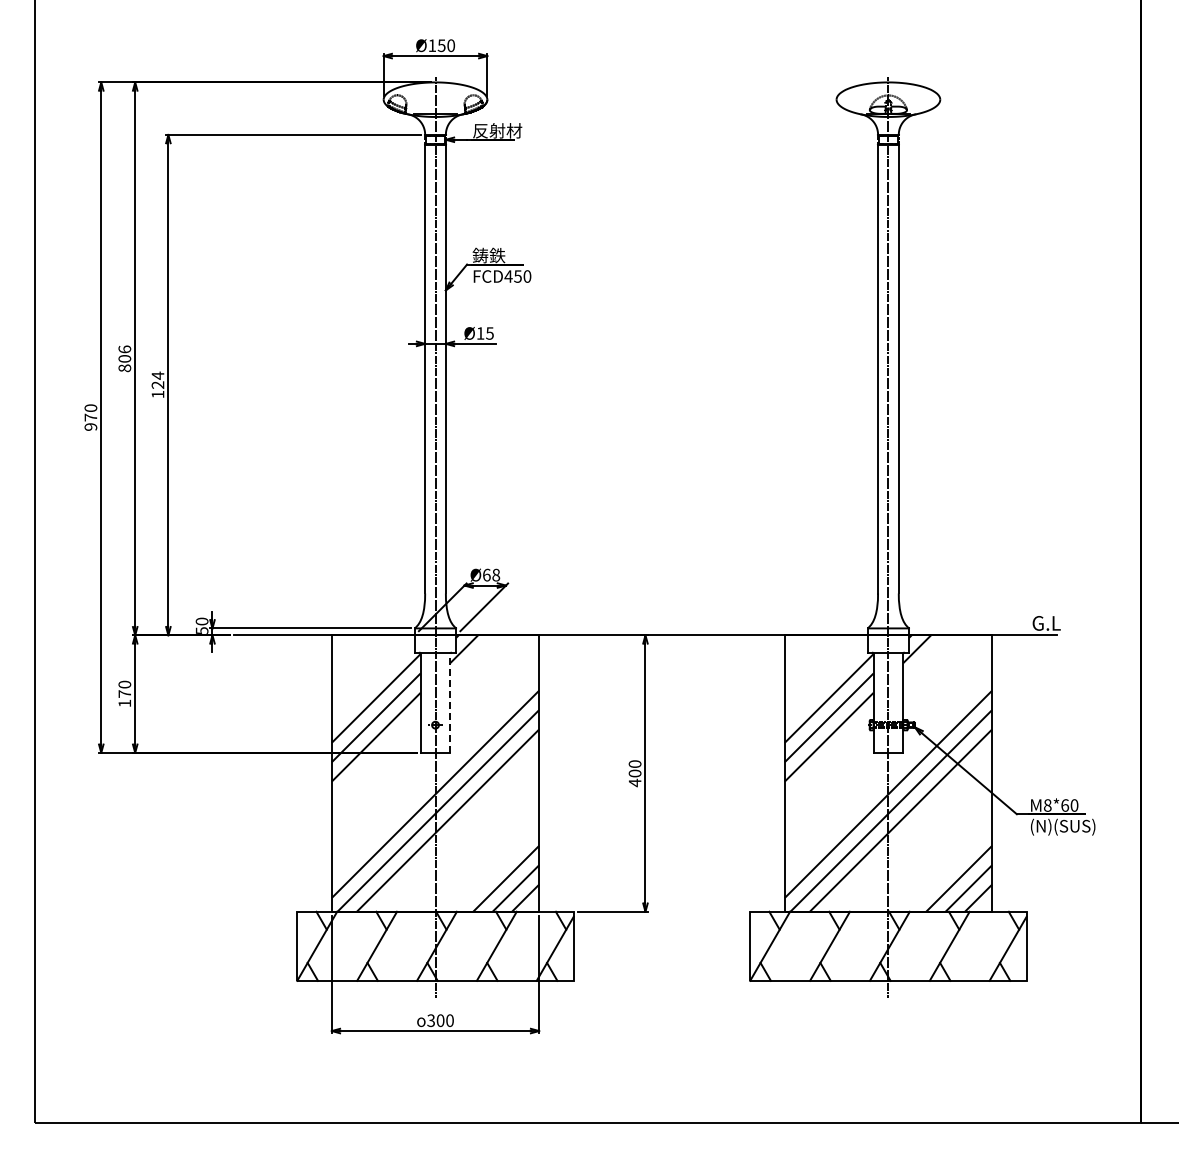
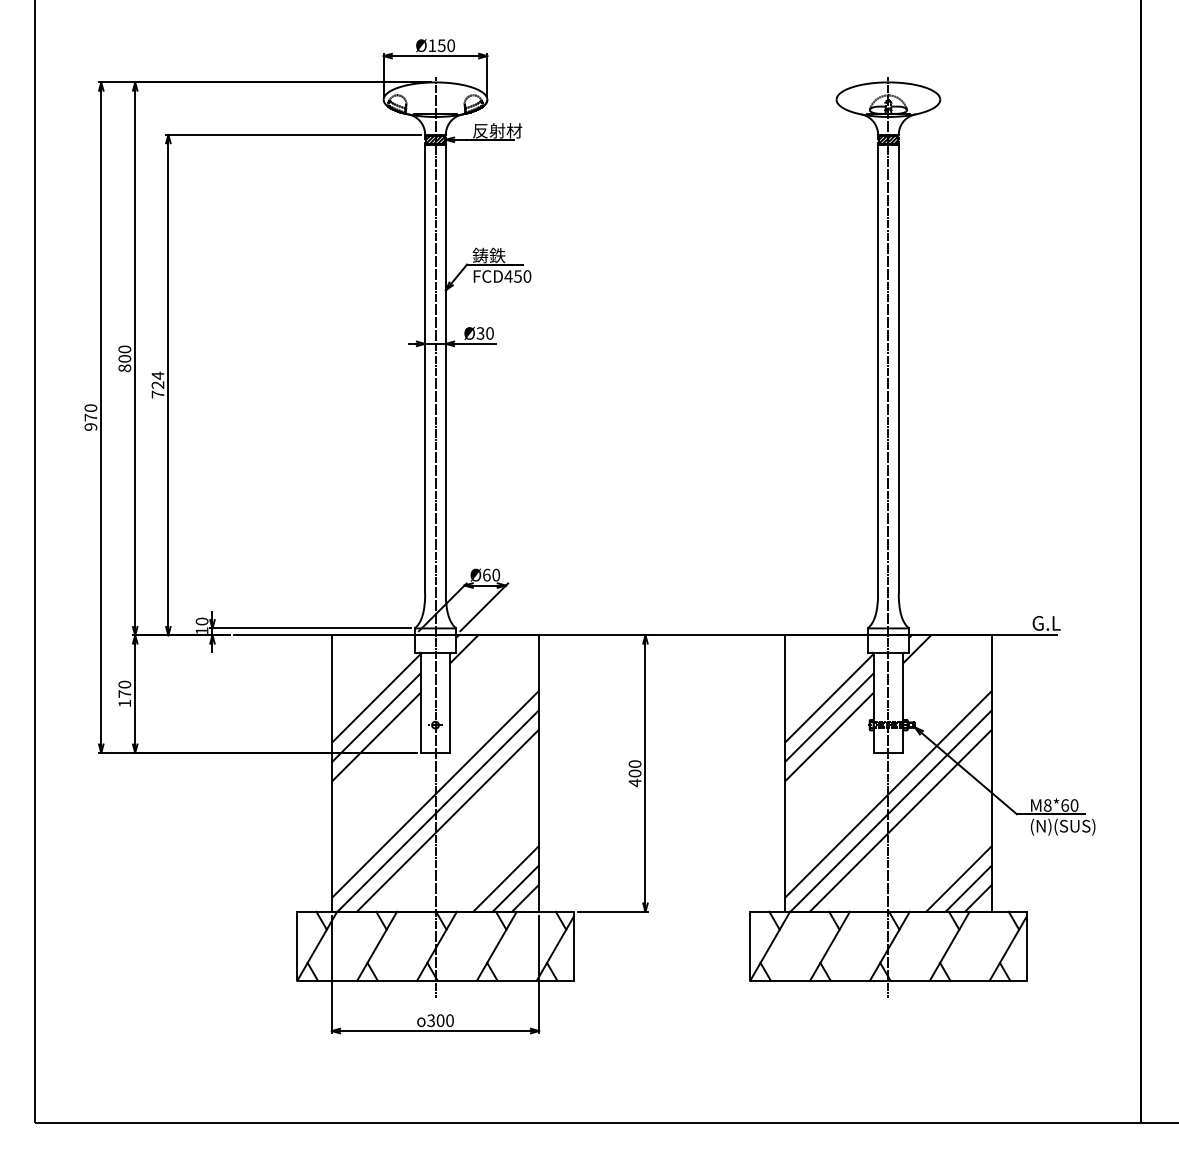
hatch at (435, 139): none -> present
hatch at (888, 139): none -> present
text at (484, 333): Ø15 -> Ø30
text at (124, 349): 806 -> 800
text at (157, 394): 124 -> 724
text at (496, 575): Ø68 -> Ø60
text at (202, 630): 50 -> 10
line at (450, 702): dashed -> solid
